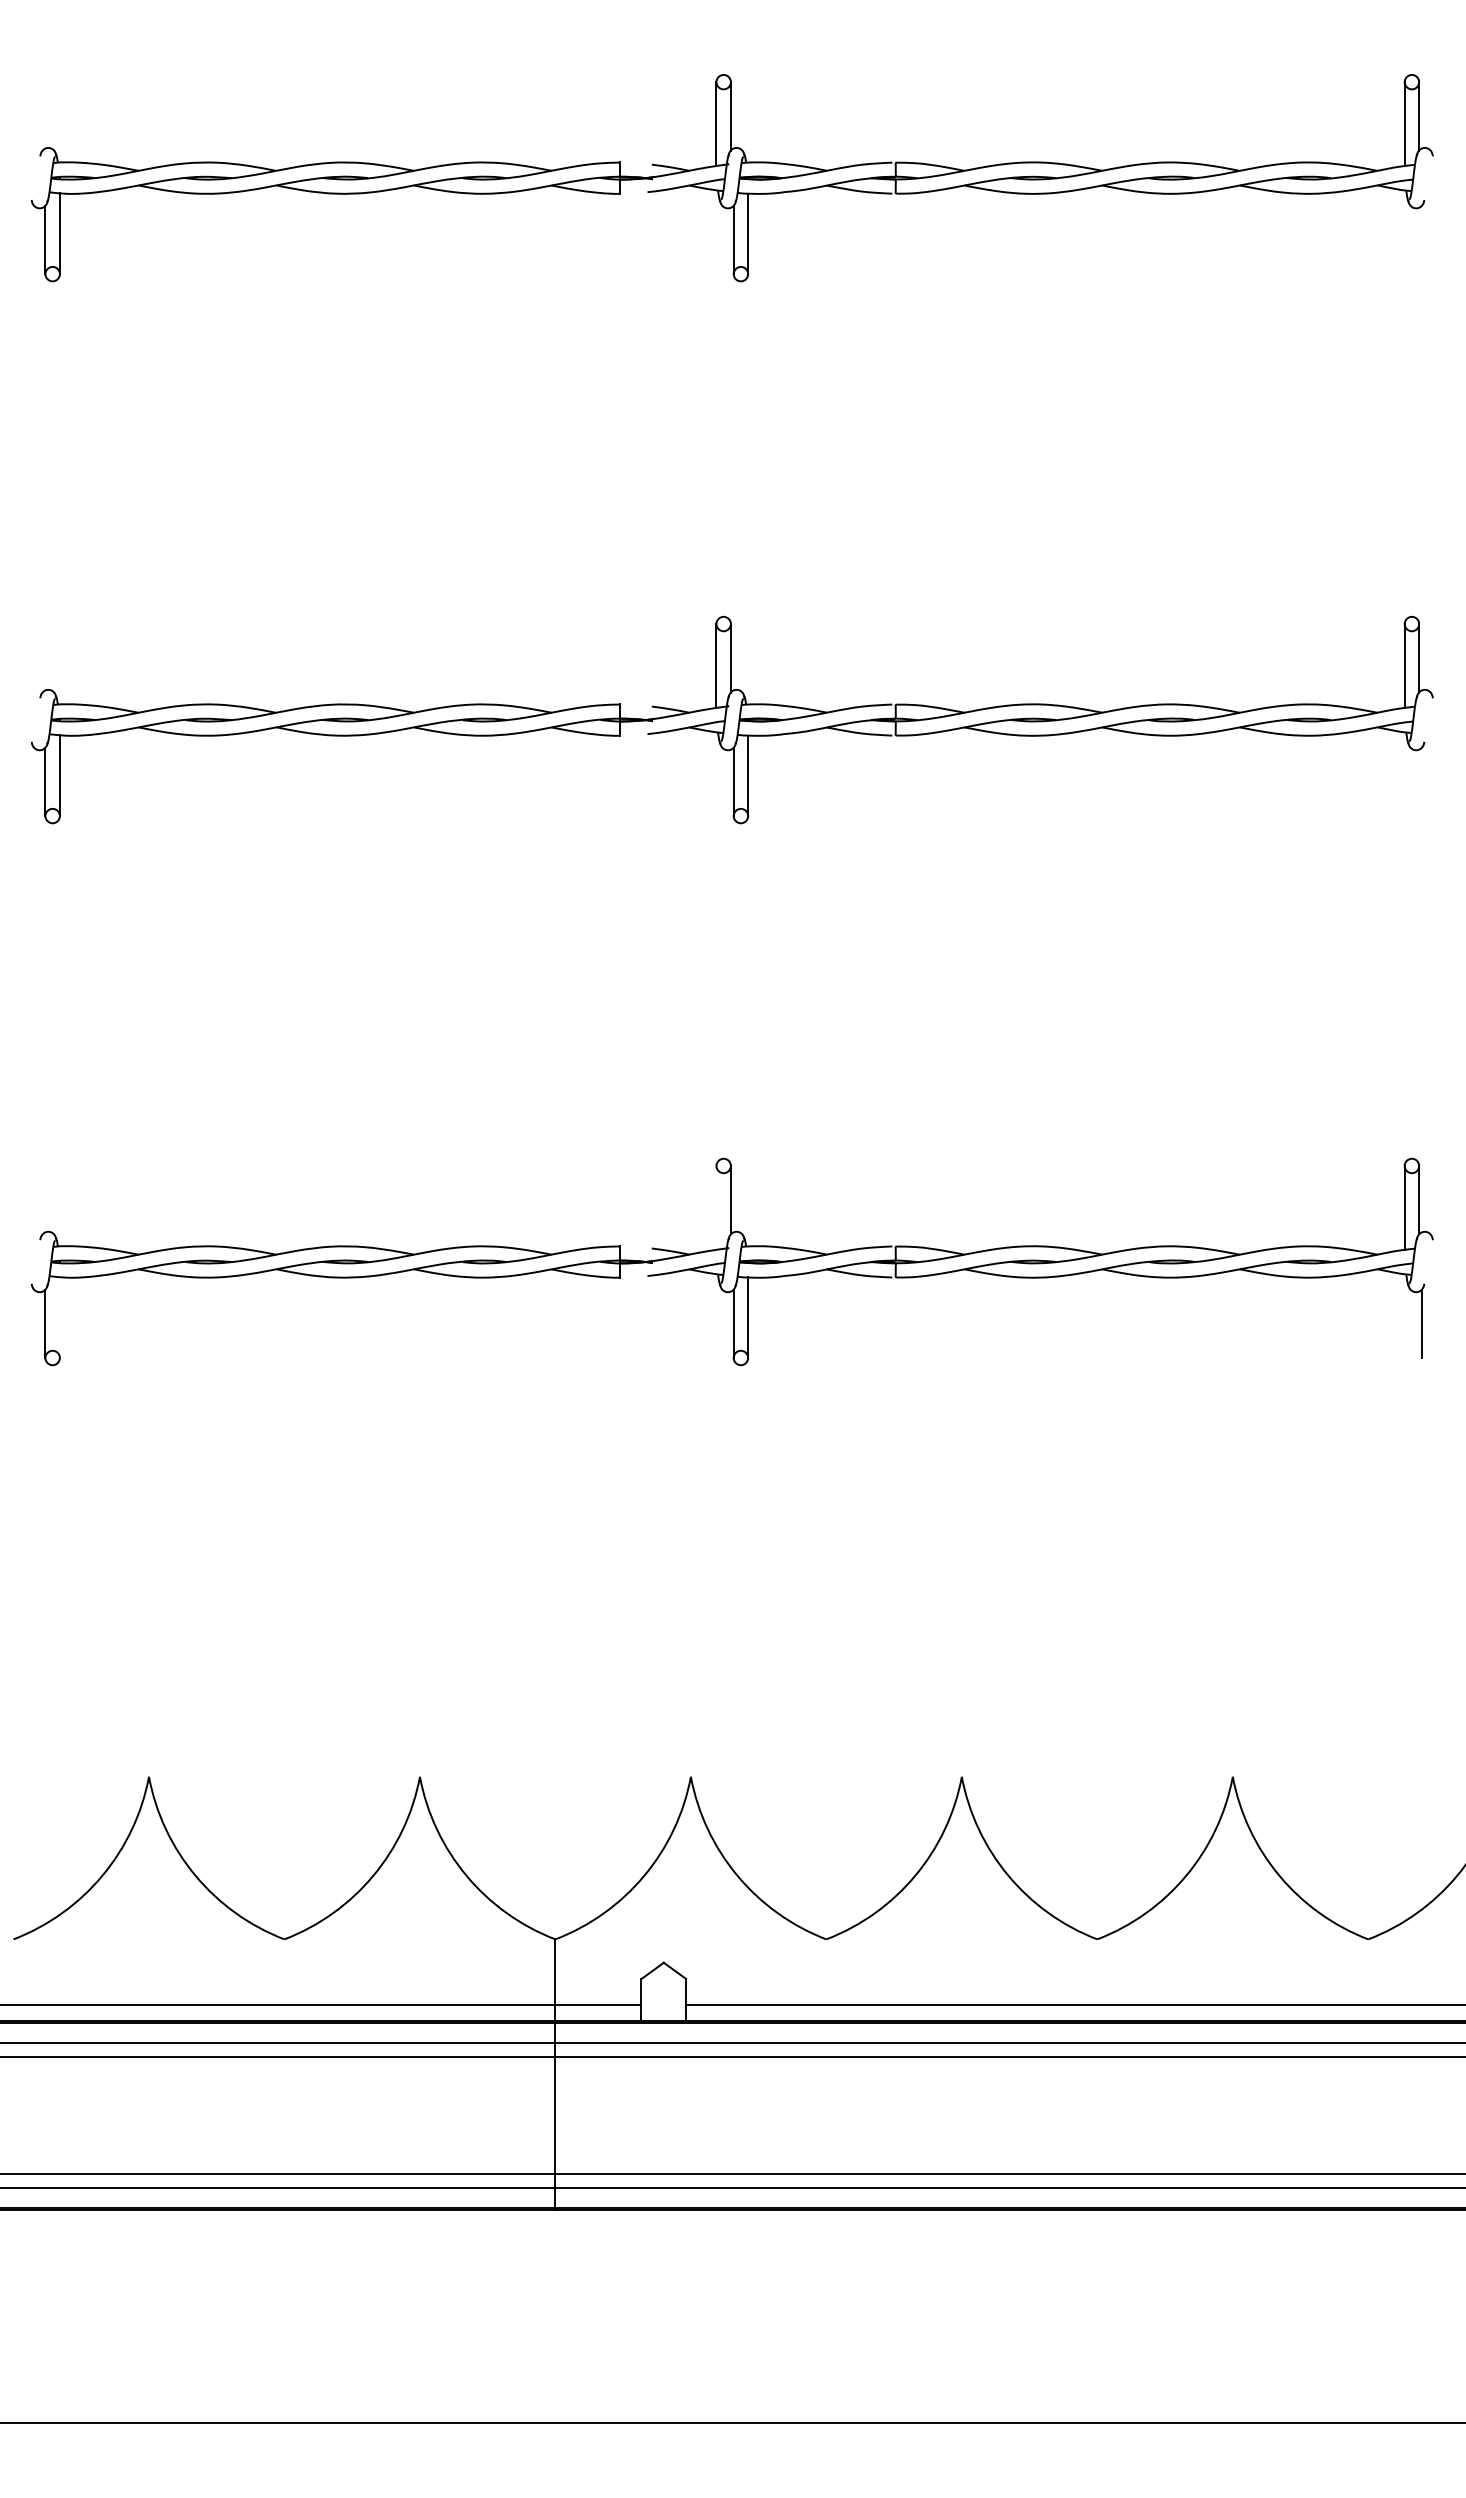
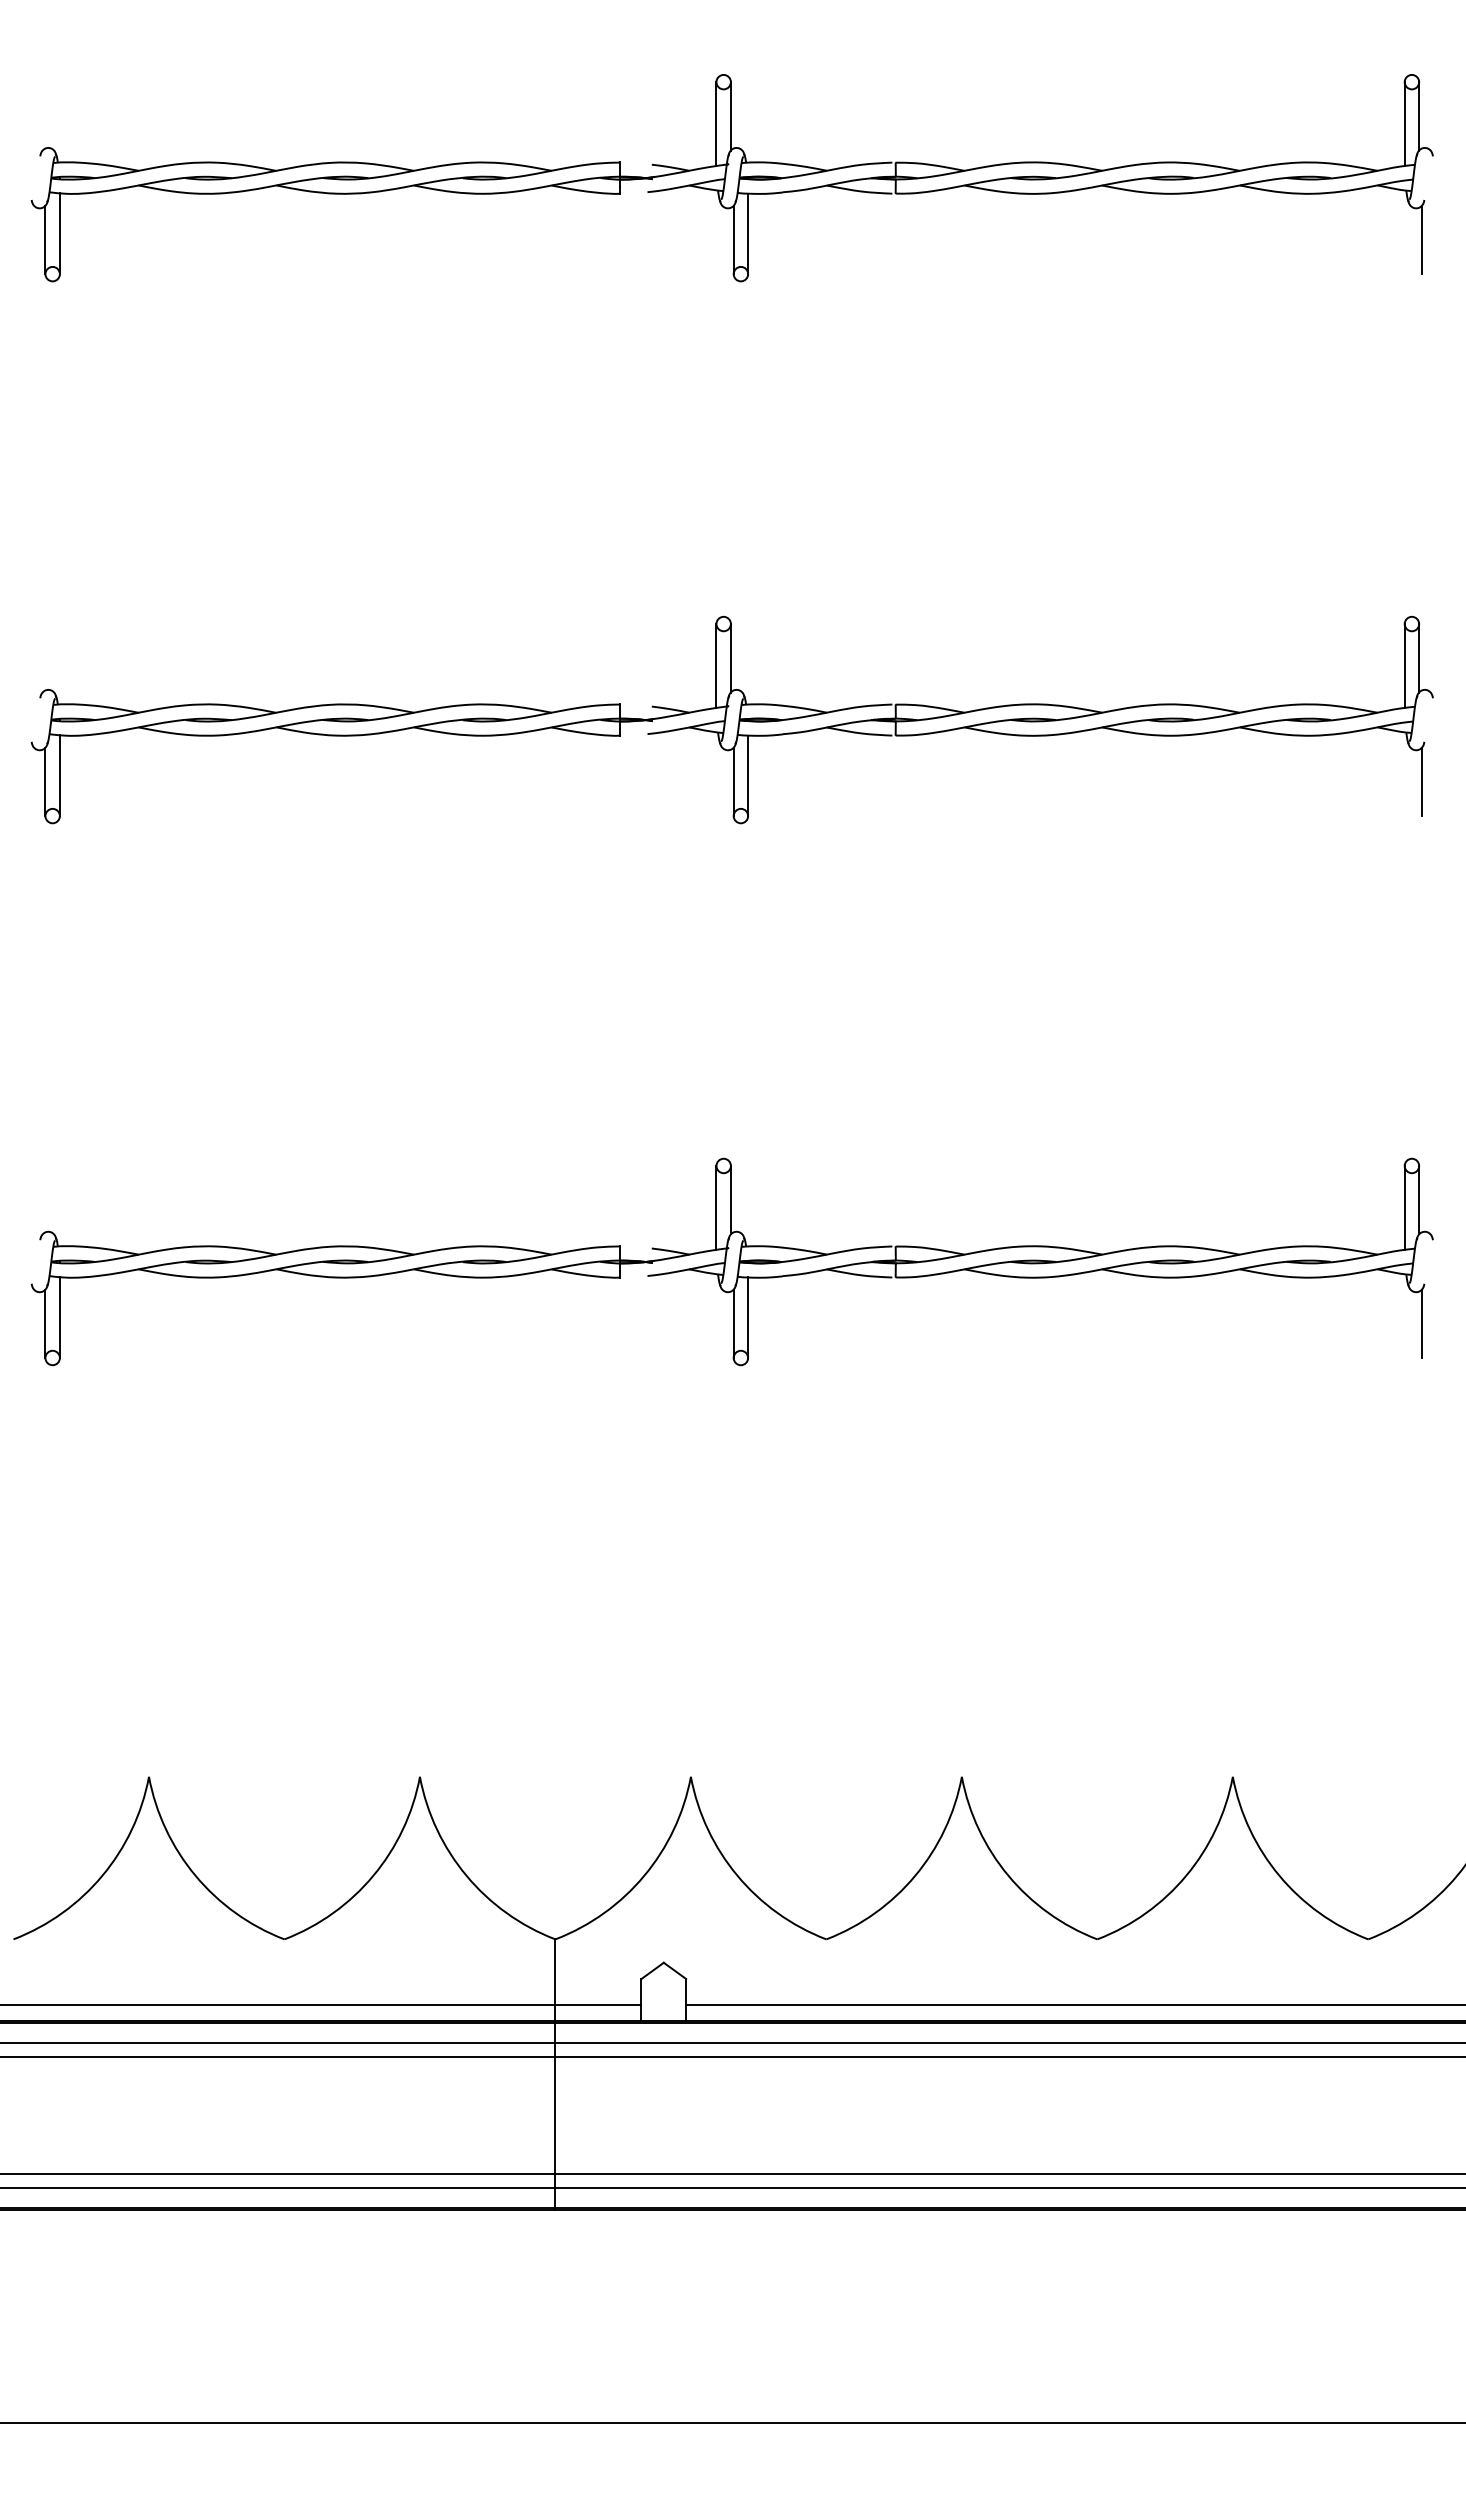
line at (1421, 239): none -> present
line at (1421, 781): none -> present
line at (716, 1207): none -> present
line at (59, 1317): none -> present
